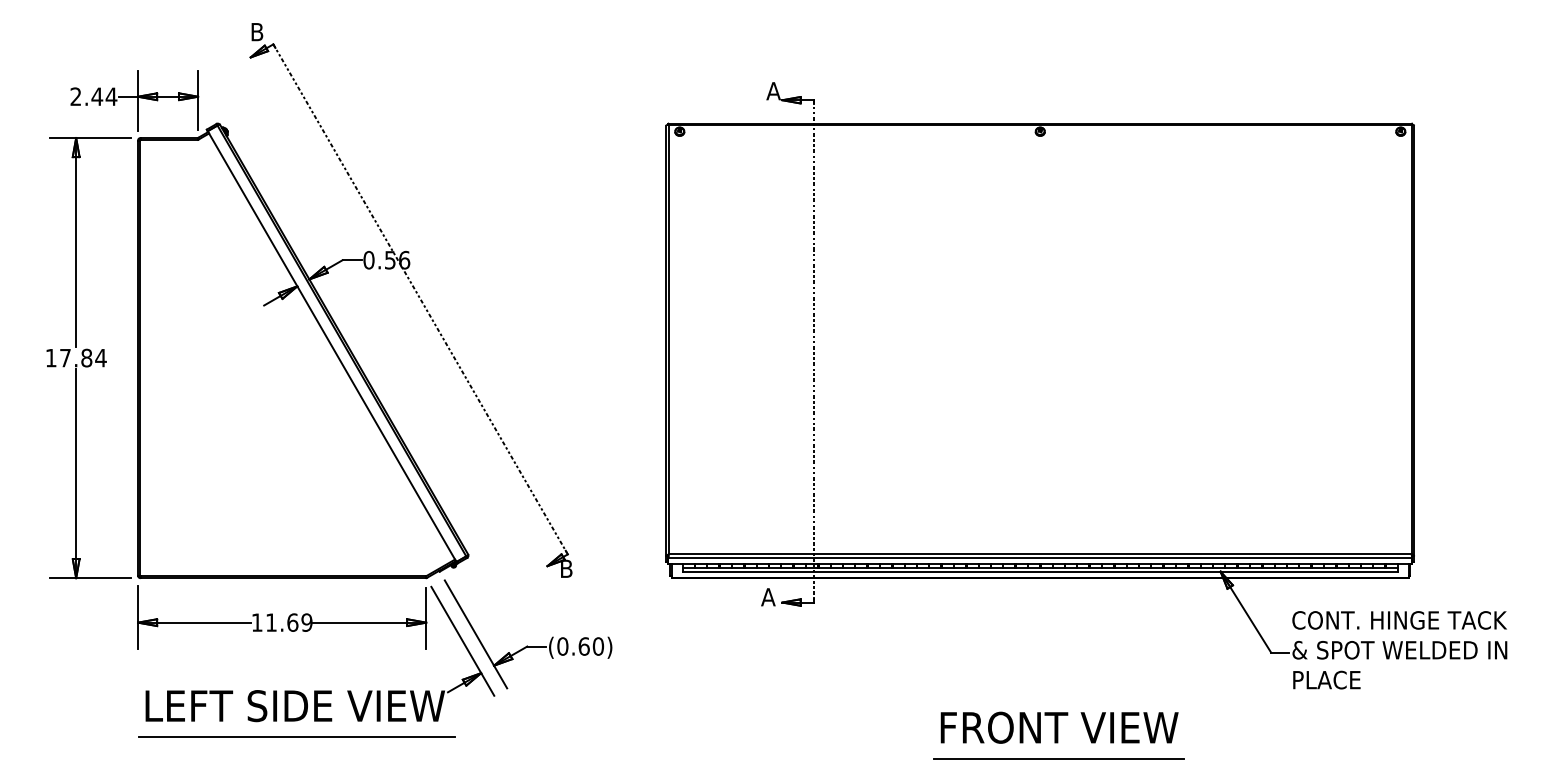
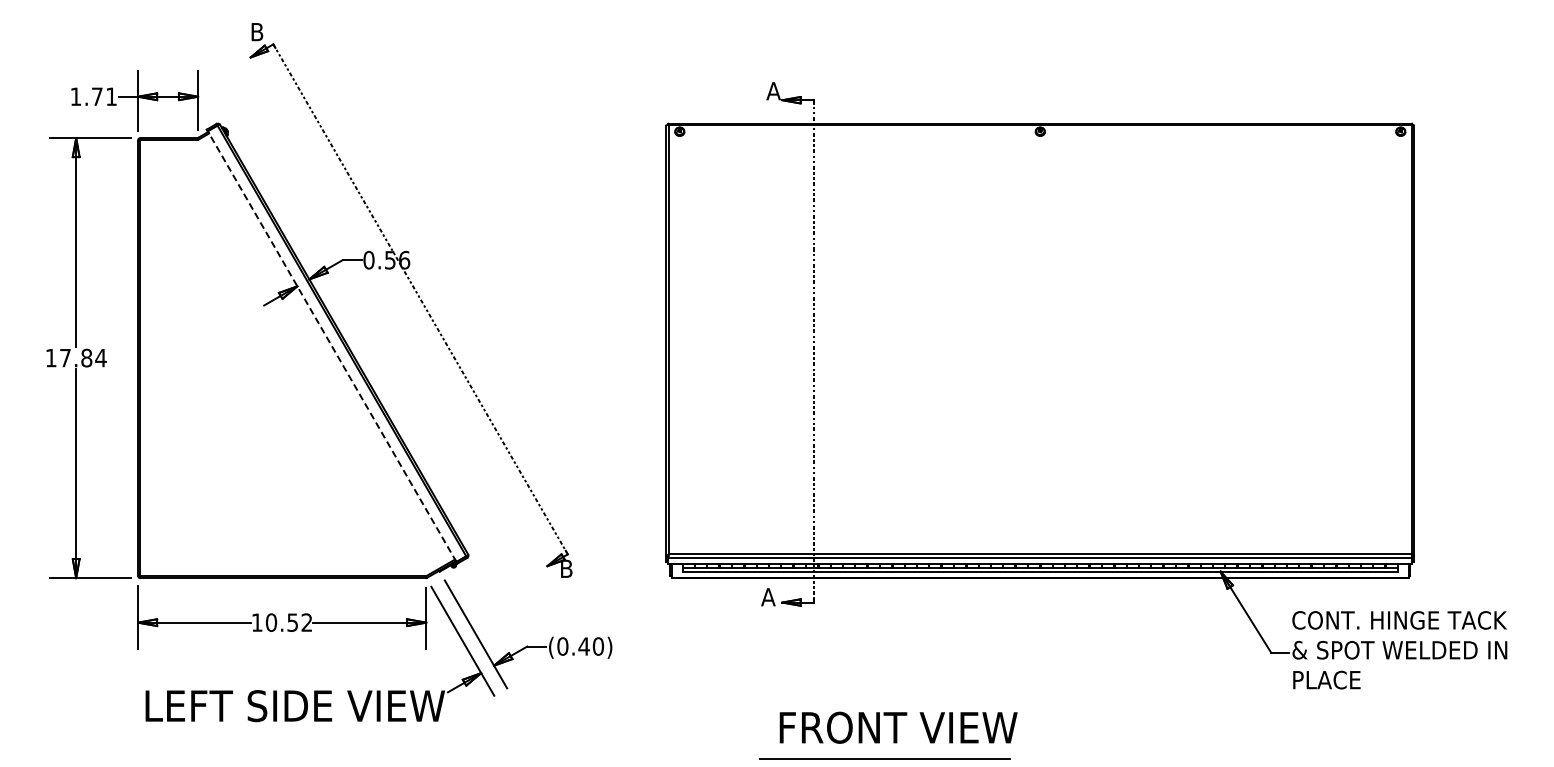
text at (93, 96): 2.44 -> 1.71
line at (332, 346): solid -> dashed
text at (288, 622): 11.69 -> 10.52
text at (584, 646): (0.60) -> (0.40)
text at (1059, 727) position: (1059, 727) -> (898, 727)
line at (296, 736): present -> none
line at (1058, 758) position: (1058, 758) -> (884, 758)
